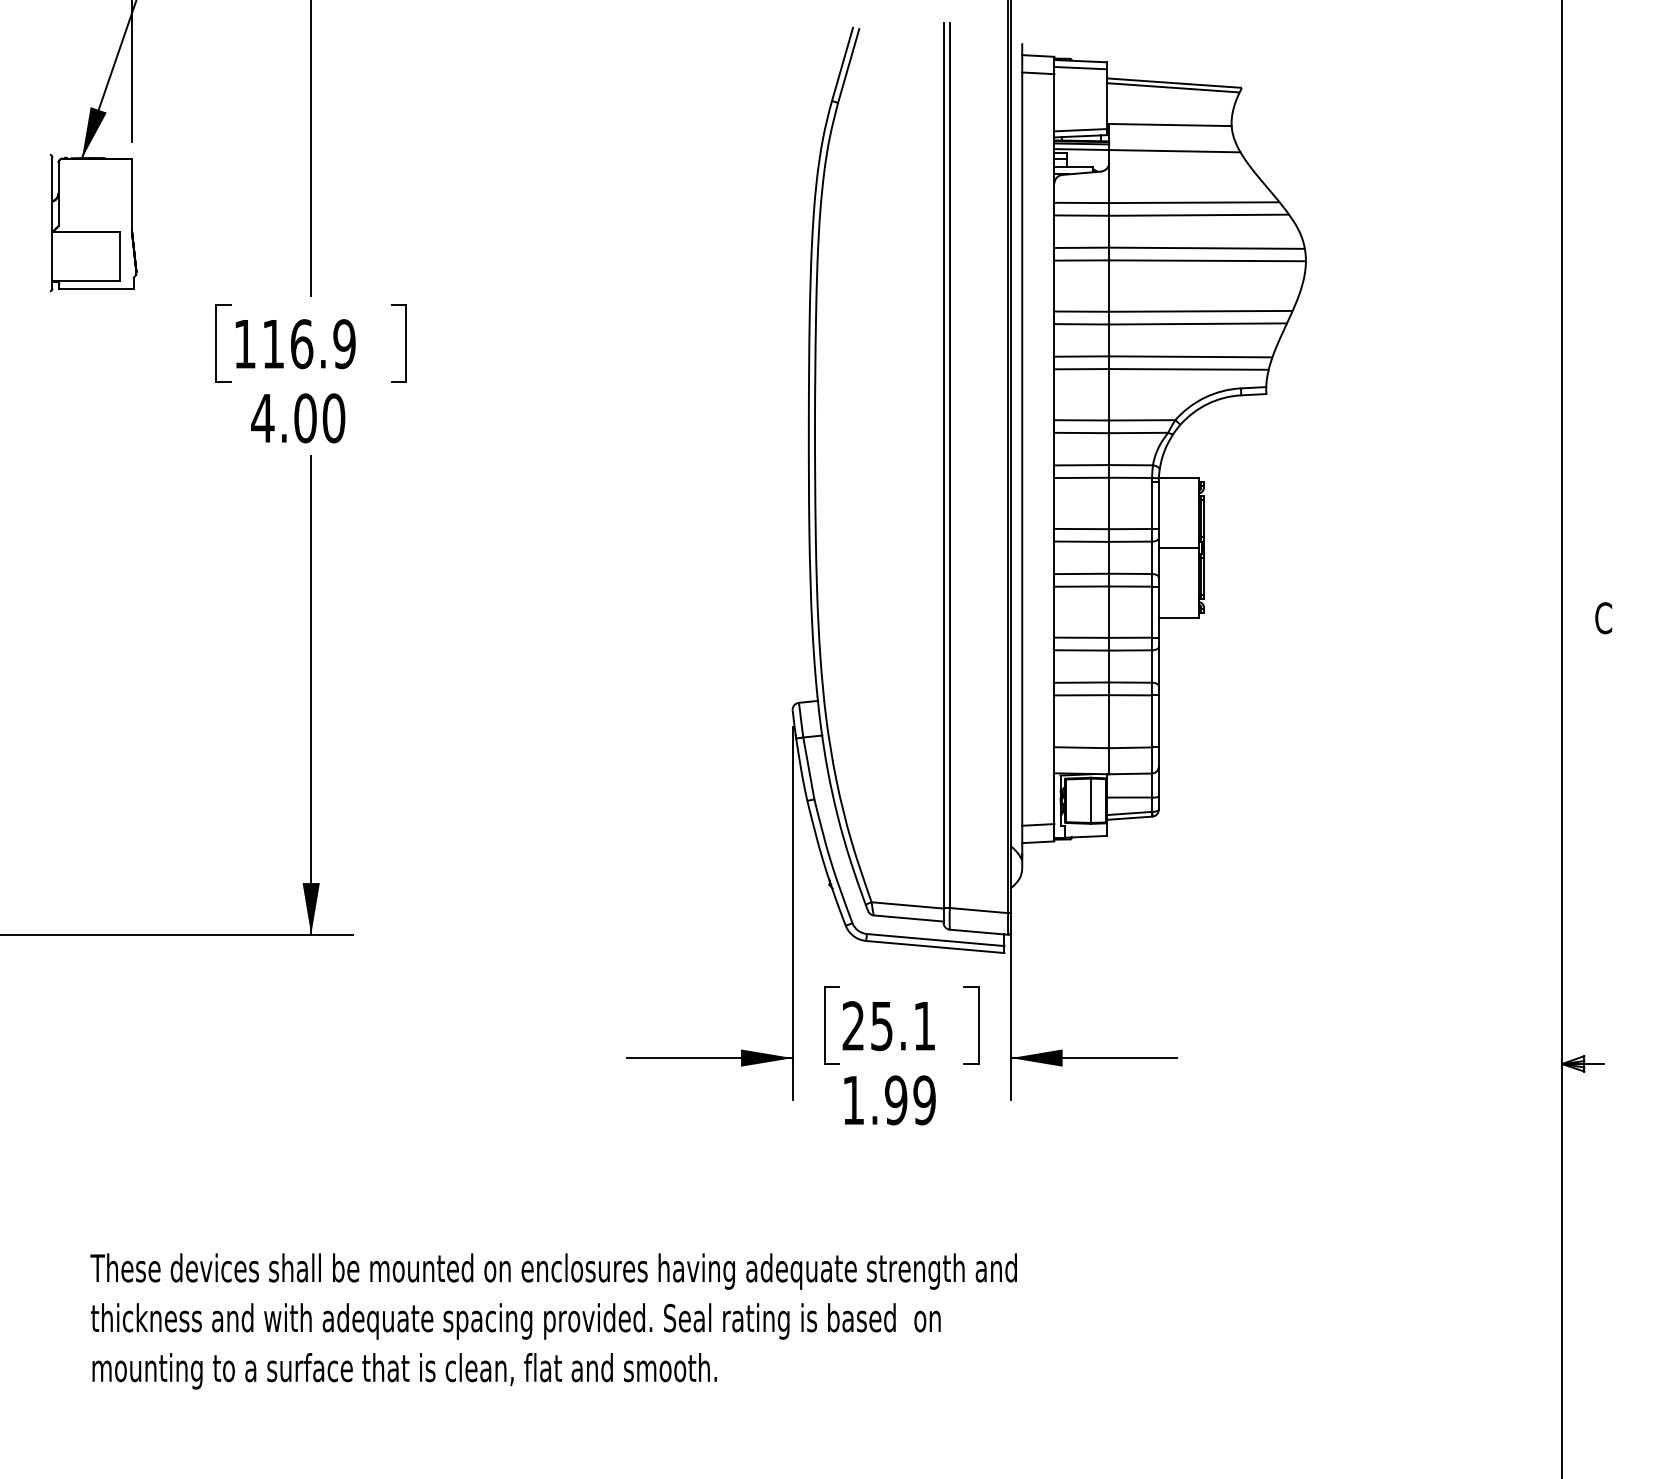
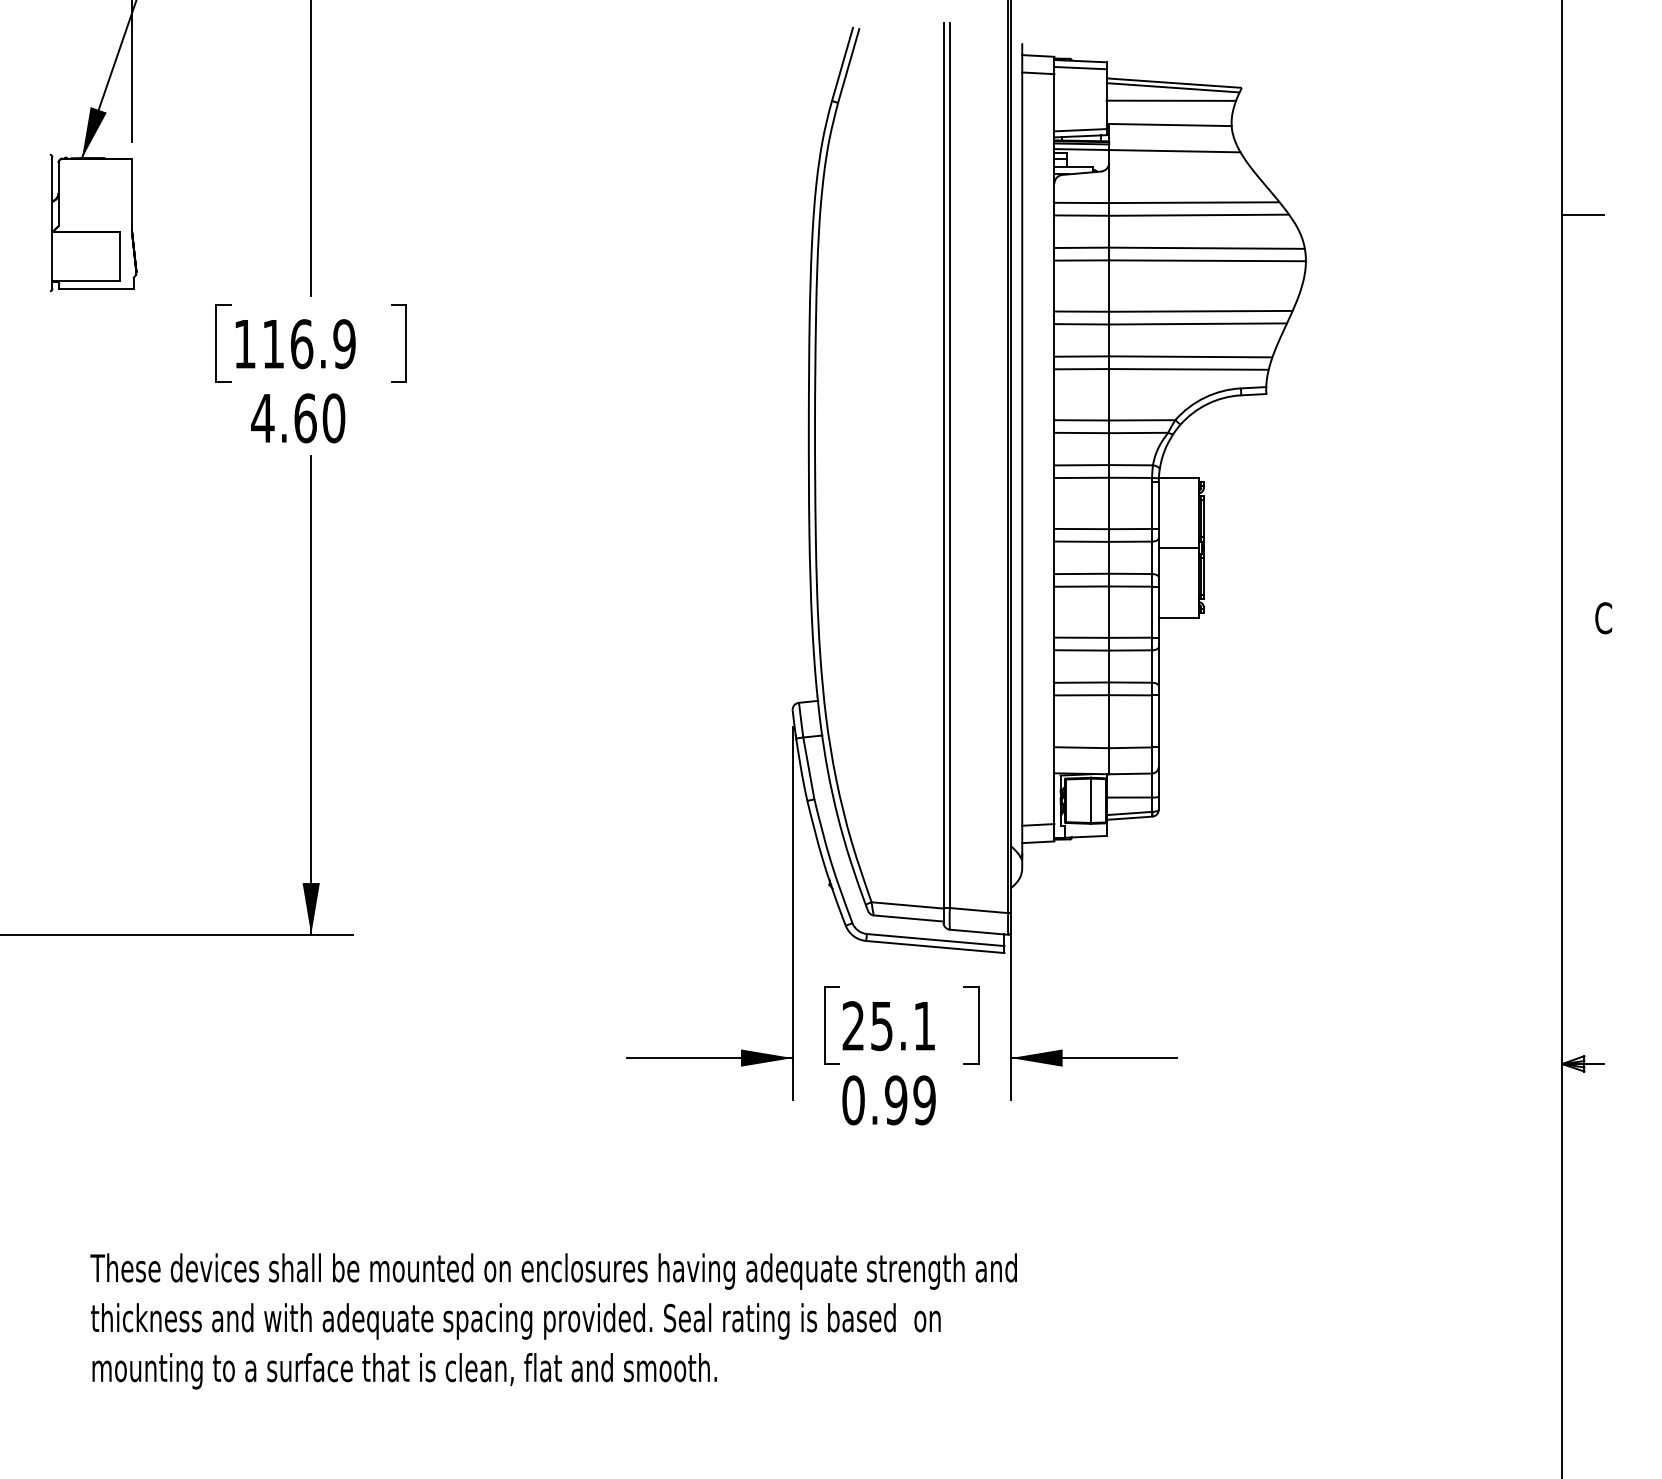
line at (1171, 100): none -> present
line at (1582, 215): none -> present
text at (305, 418): 4.00 -> 4.60
text at (853, 1100): 1.99 -> 0.99
